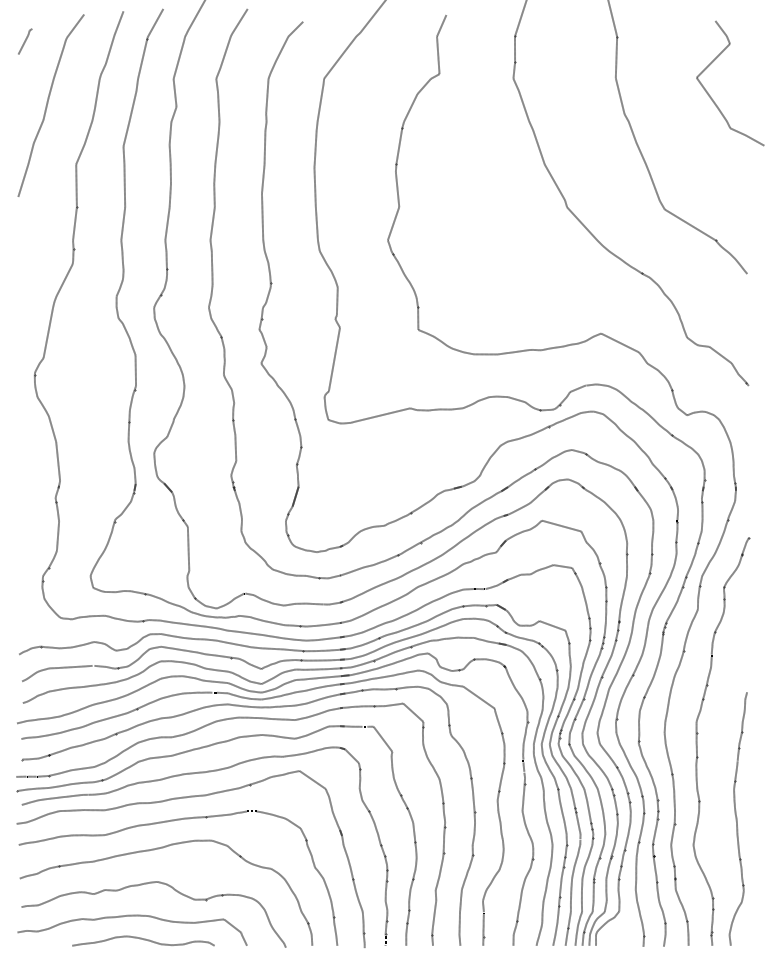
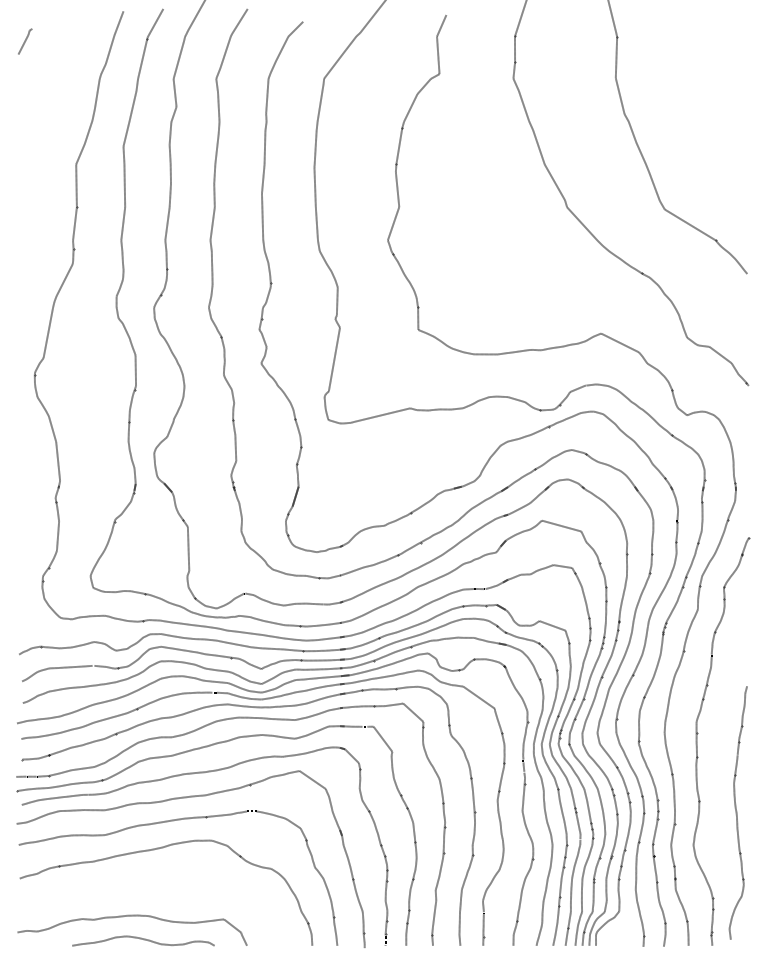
curve at (710, 95): present -> none
curve at (48, 103): present -> none
curve at (737, 818) position: (737, 818) -> (737, 812)
curve at (147, 884): present -> none
